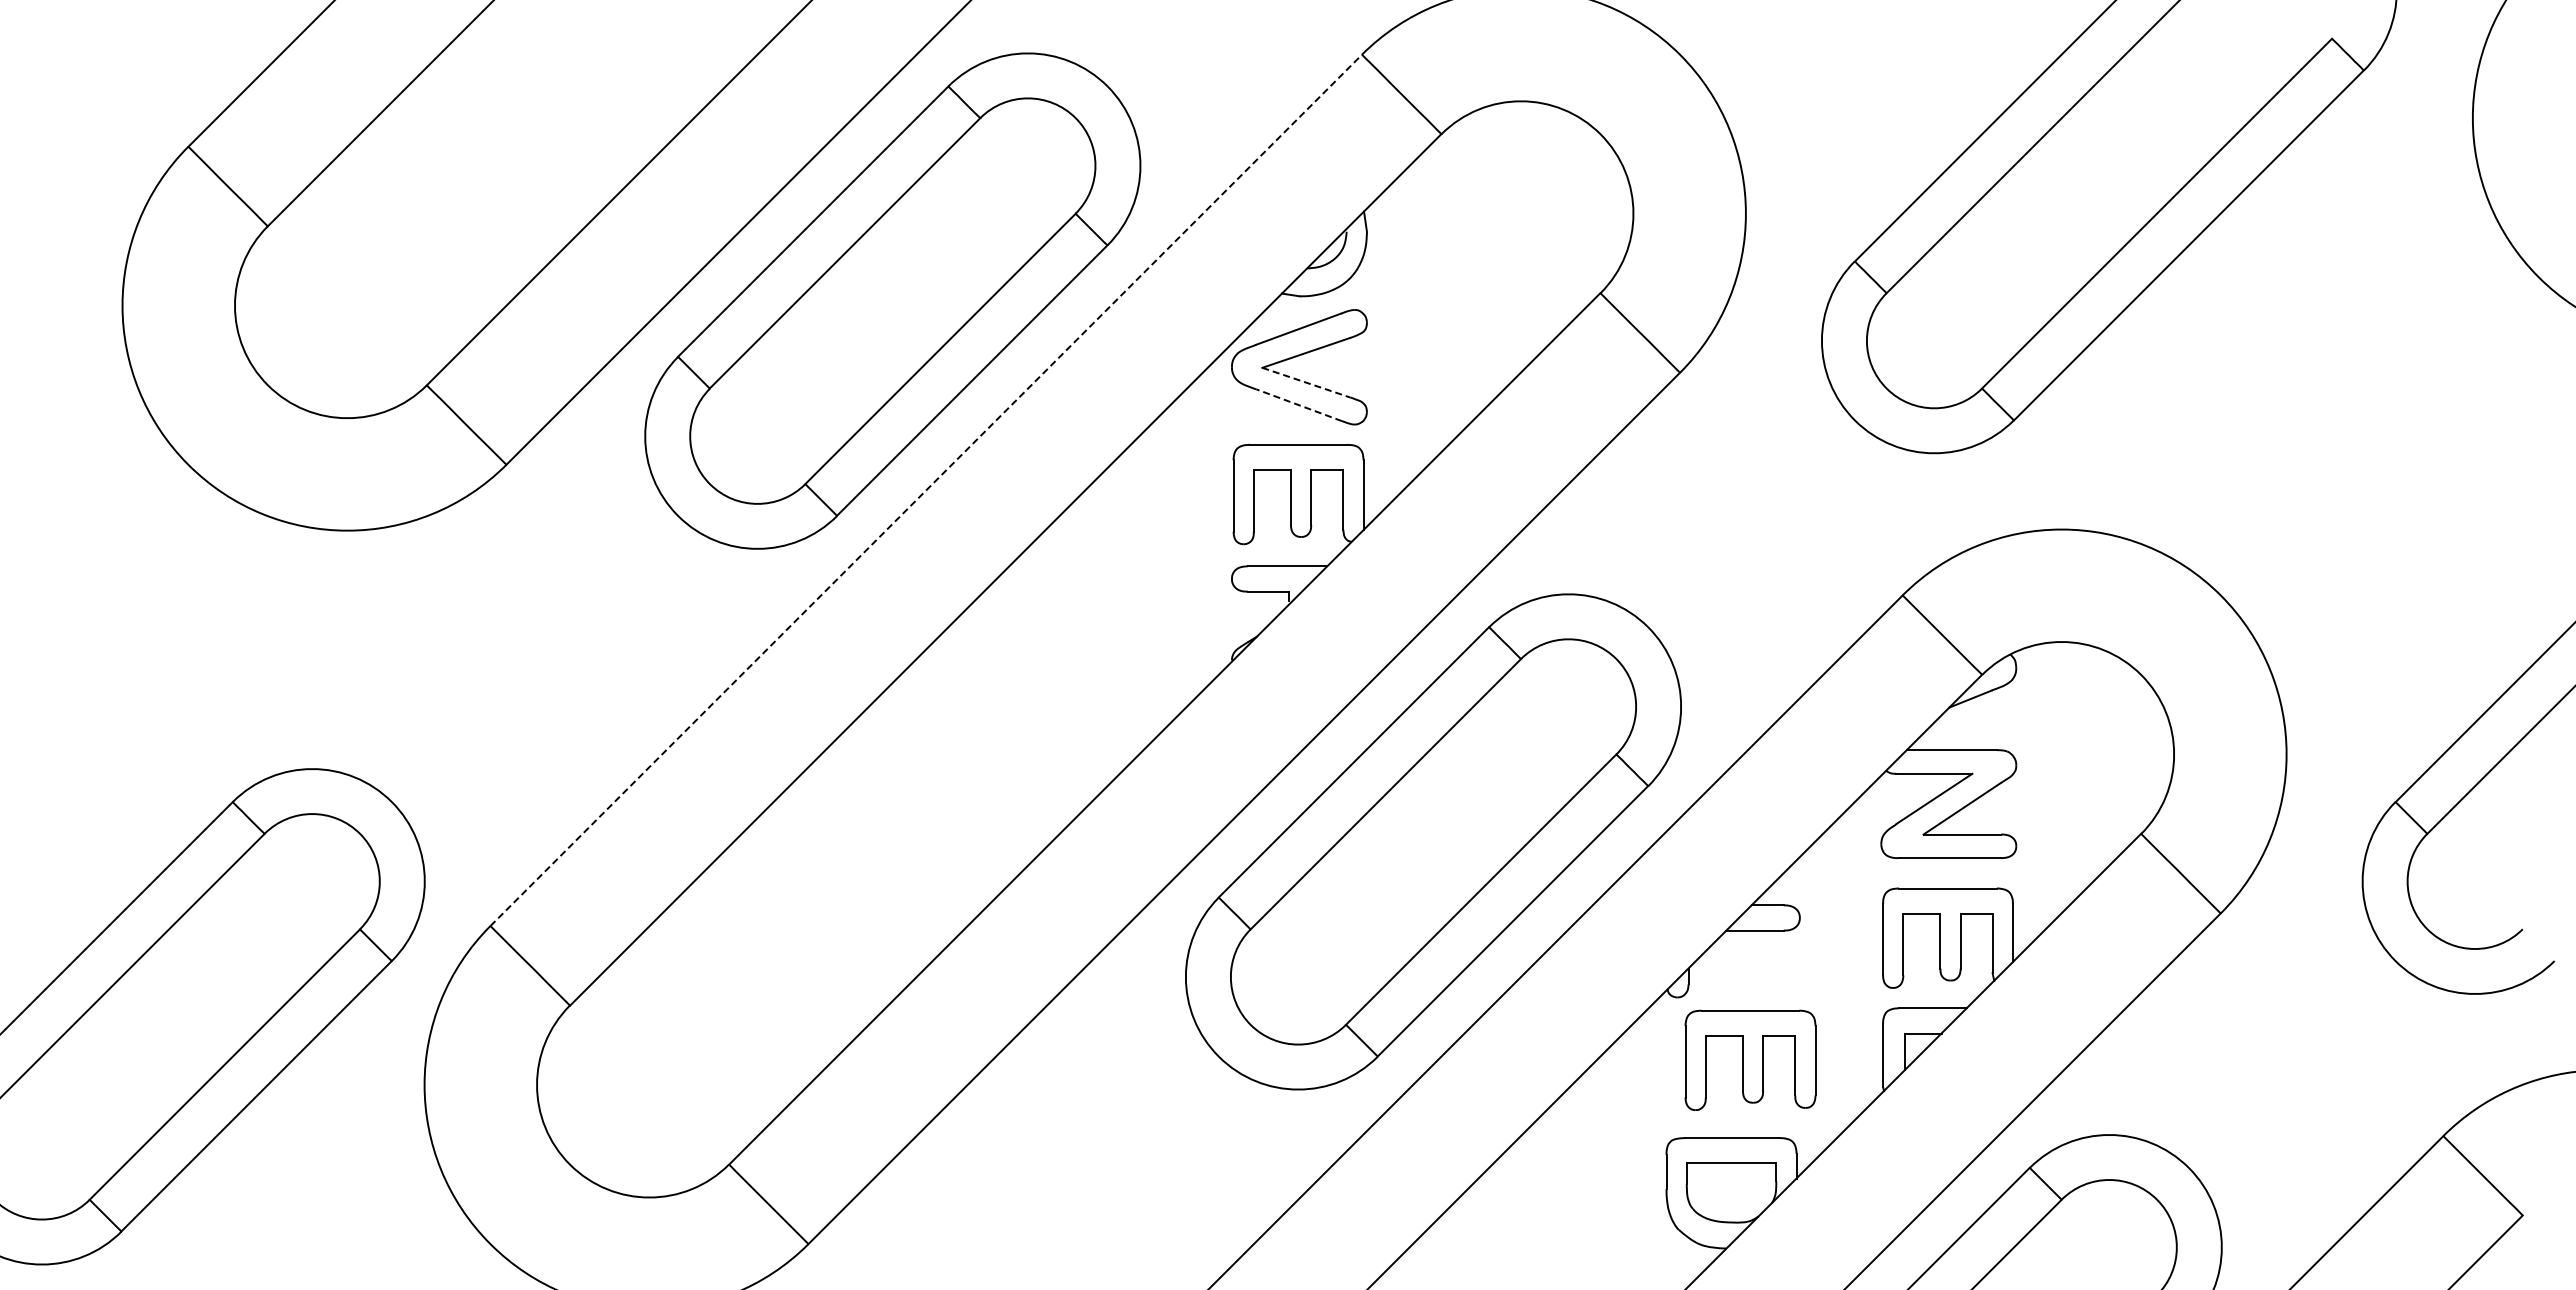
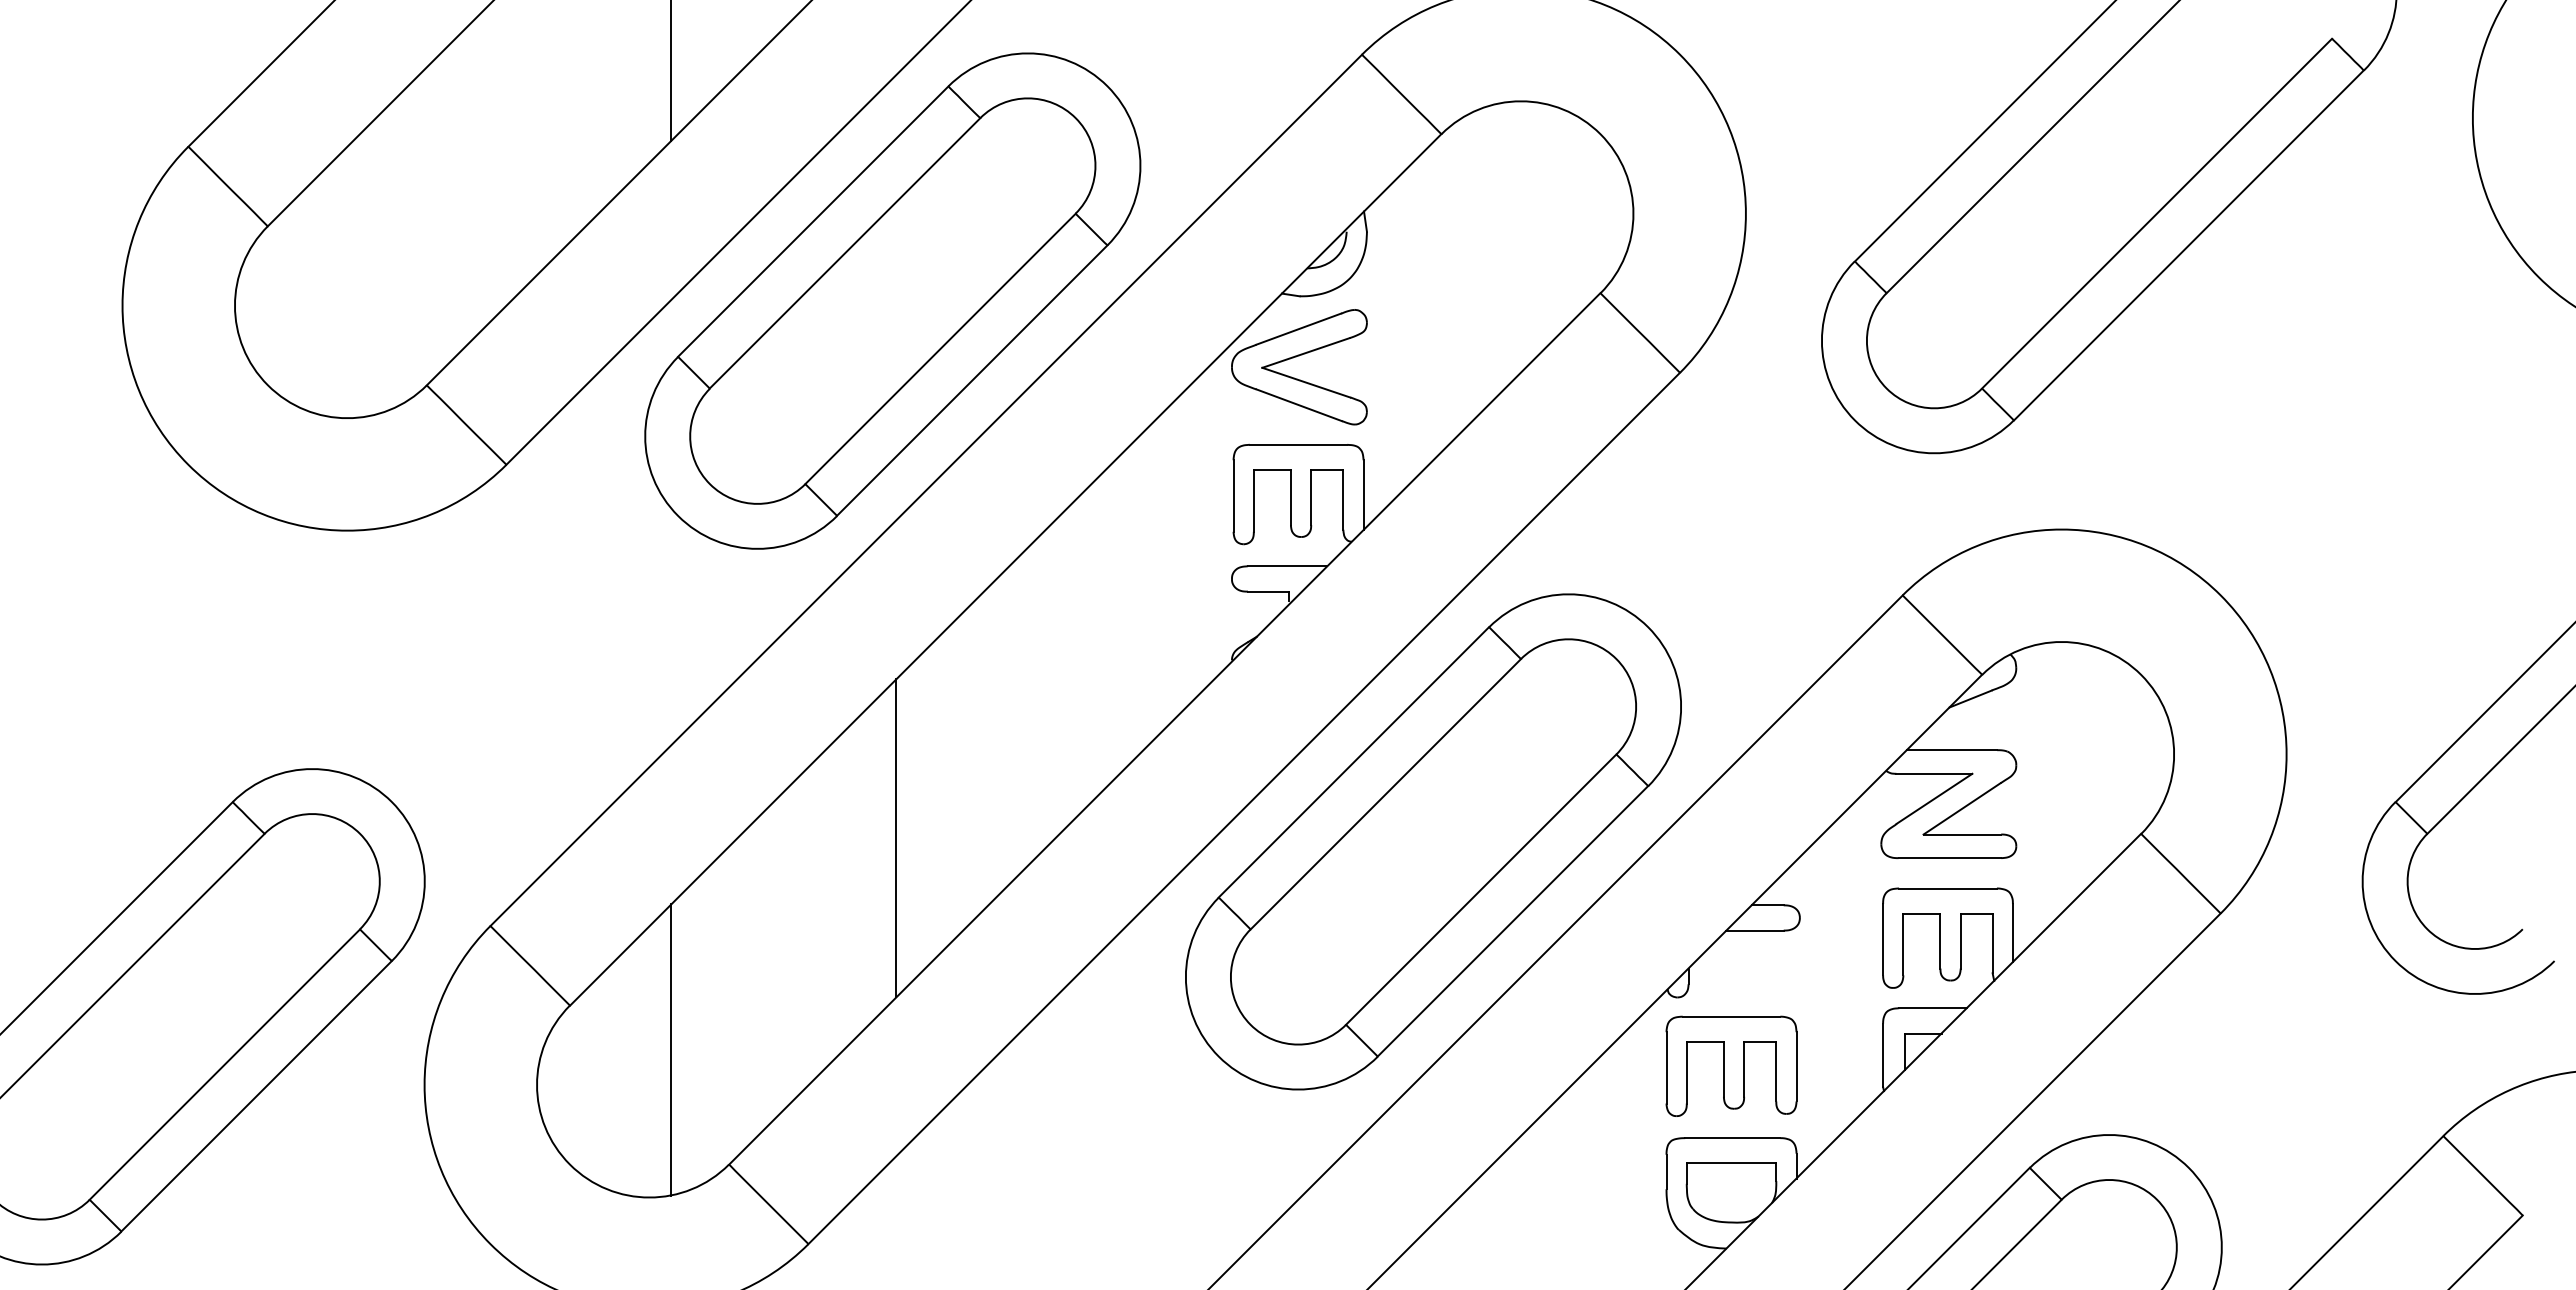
line at (671, 71): none -> present
line at (1306, 382): dashed -> solid
line at (1299, 405): dashed -> solid
line at (926, 490): dashed -> solid
line at (896, 838): none -> present
line at (671, 1049): none -> present
part at (1750, 1059) position: (1750, 1059) -> (1731, 1065)
